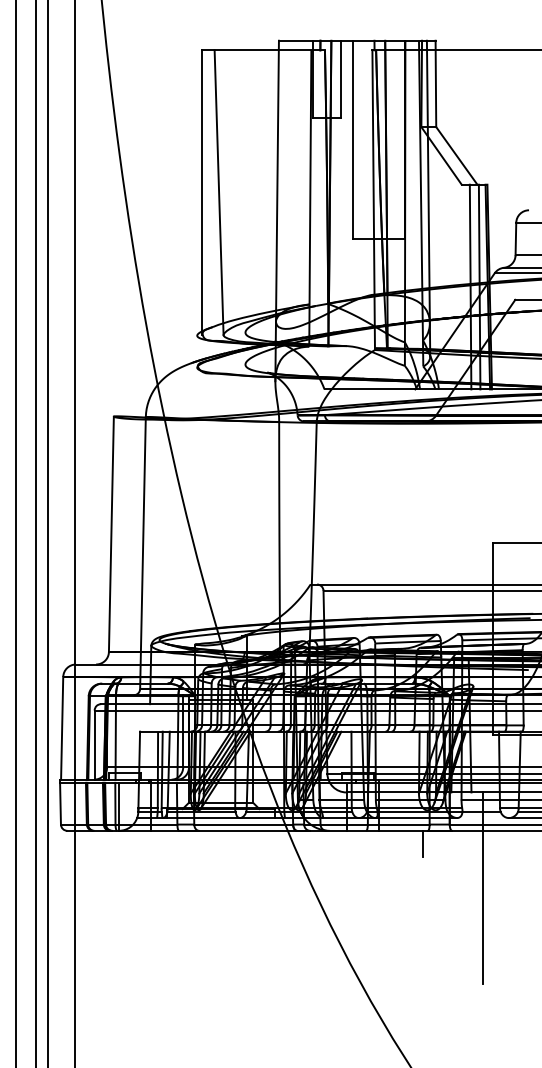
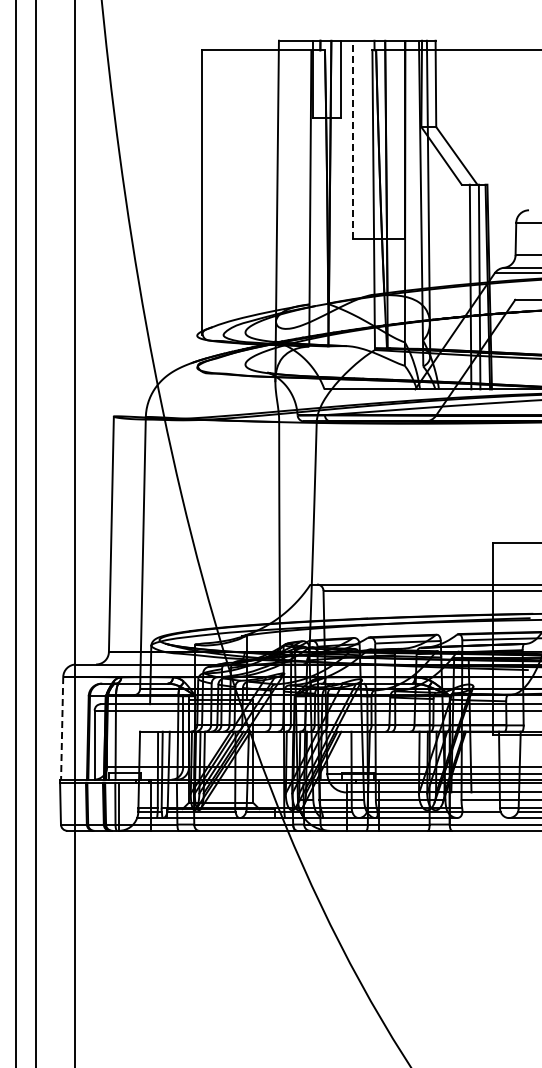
line at (353, 139): solid -> dashed
line at (218, 192): present -> none
line at (47, 533): present -> none
line at (62, 728): solid -> dashed
line at (422, 843): present -> none
line at (483, 888): present -> none
